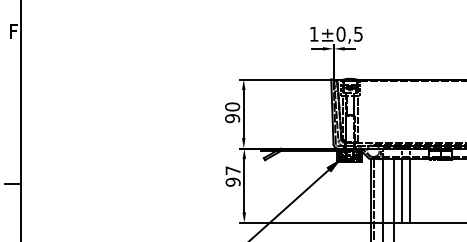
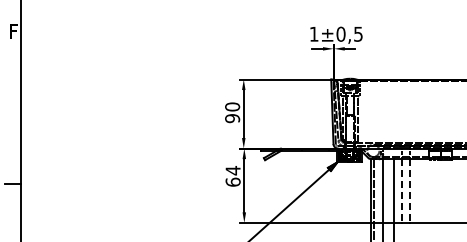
text at (232, 176): 97 -> 64
line at (401, 191): solid -> dashed
line at (409, 191): solid -> dashed
